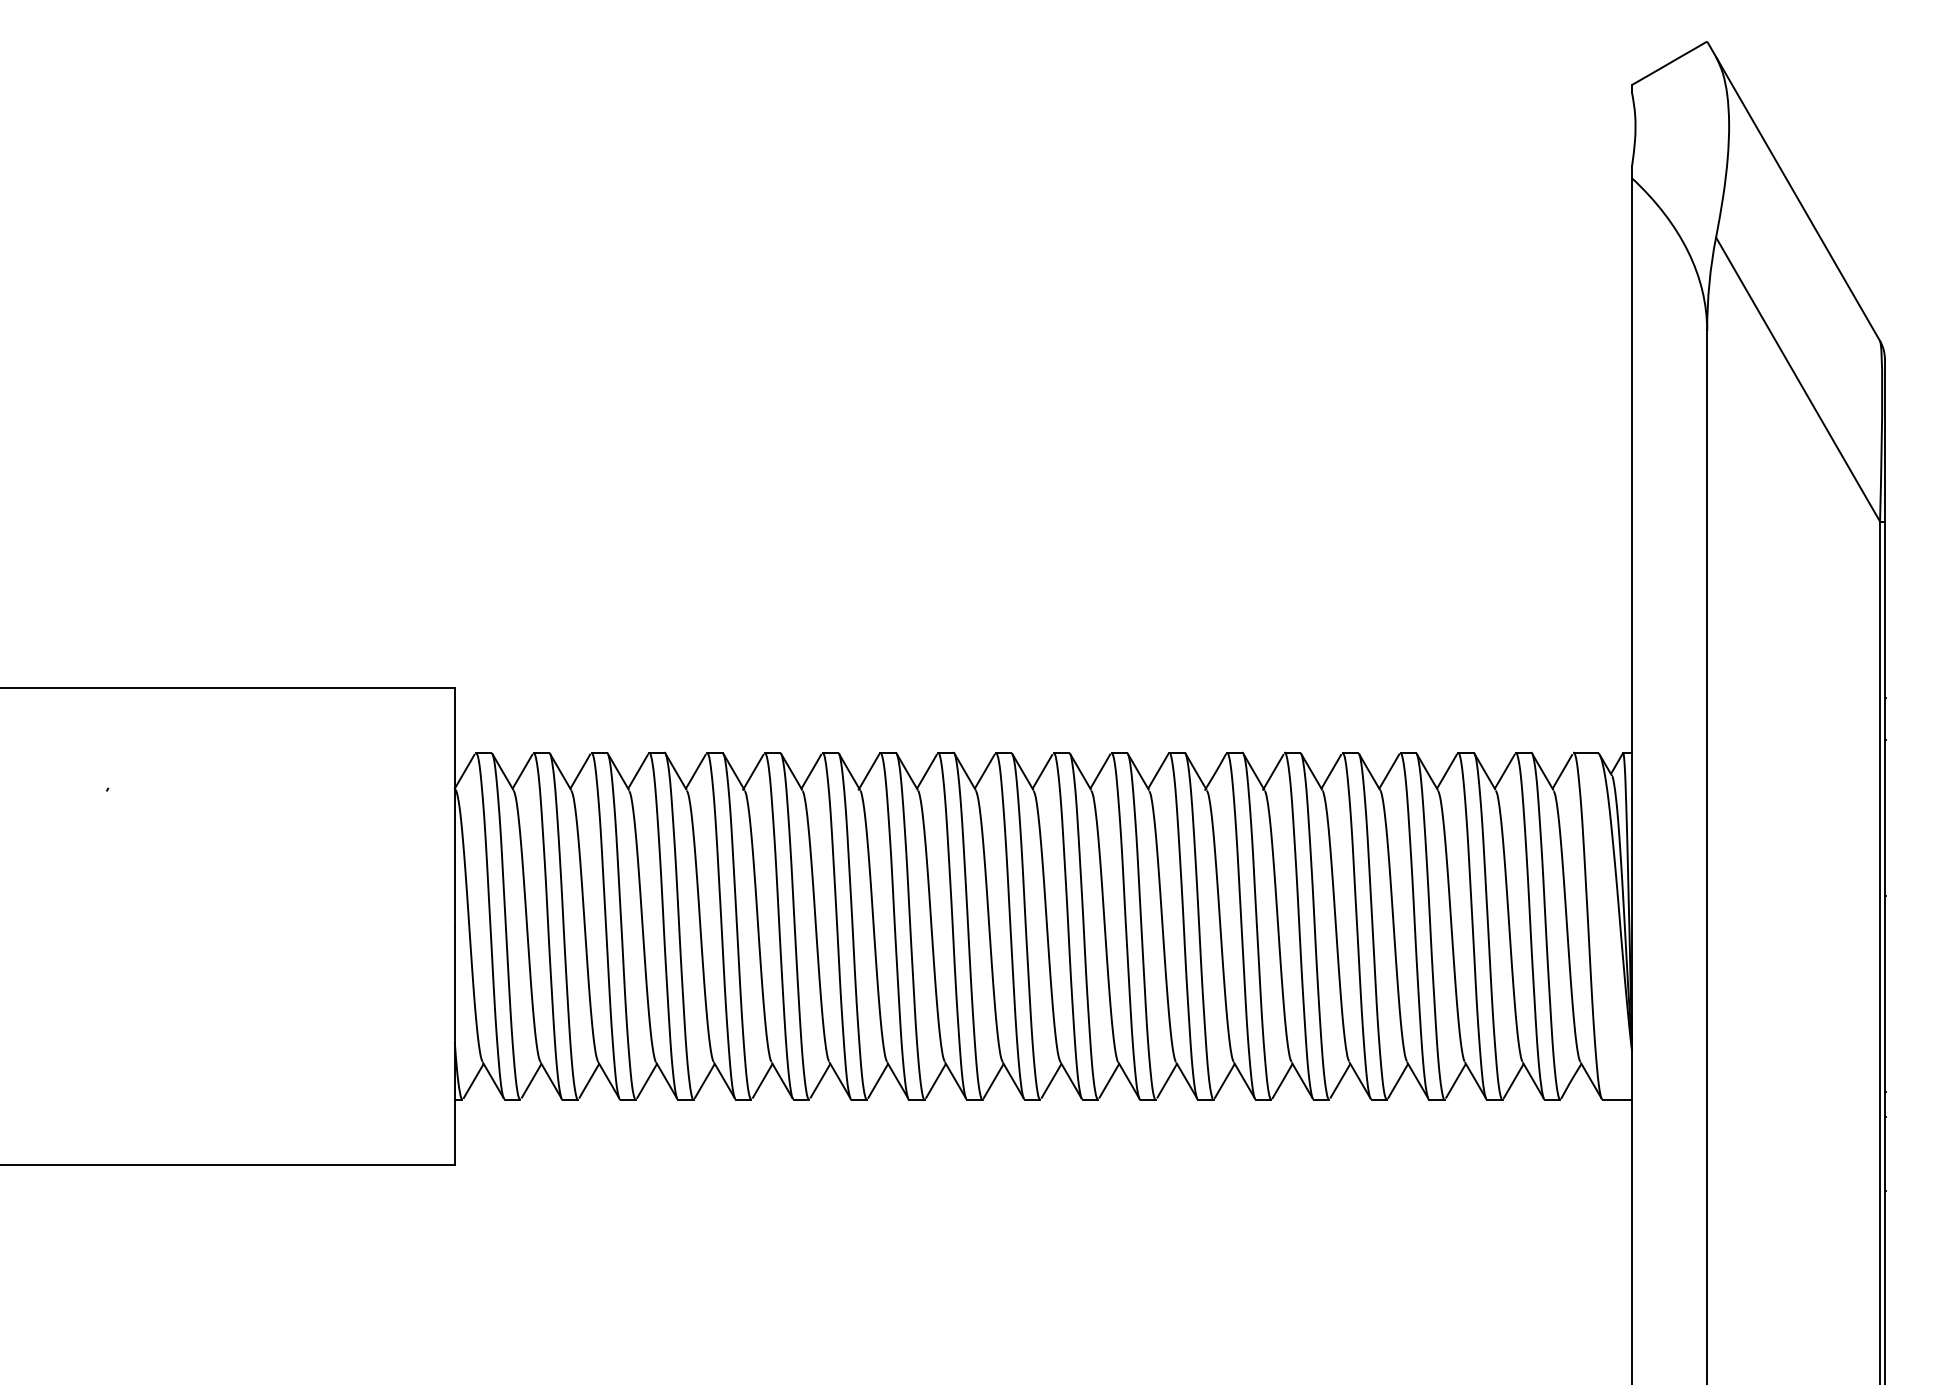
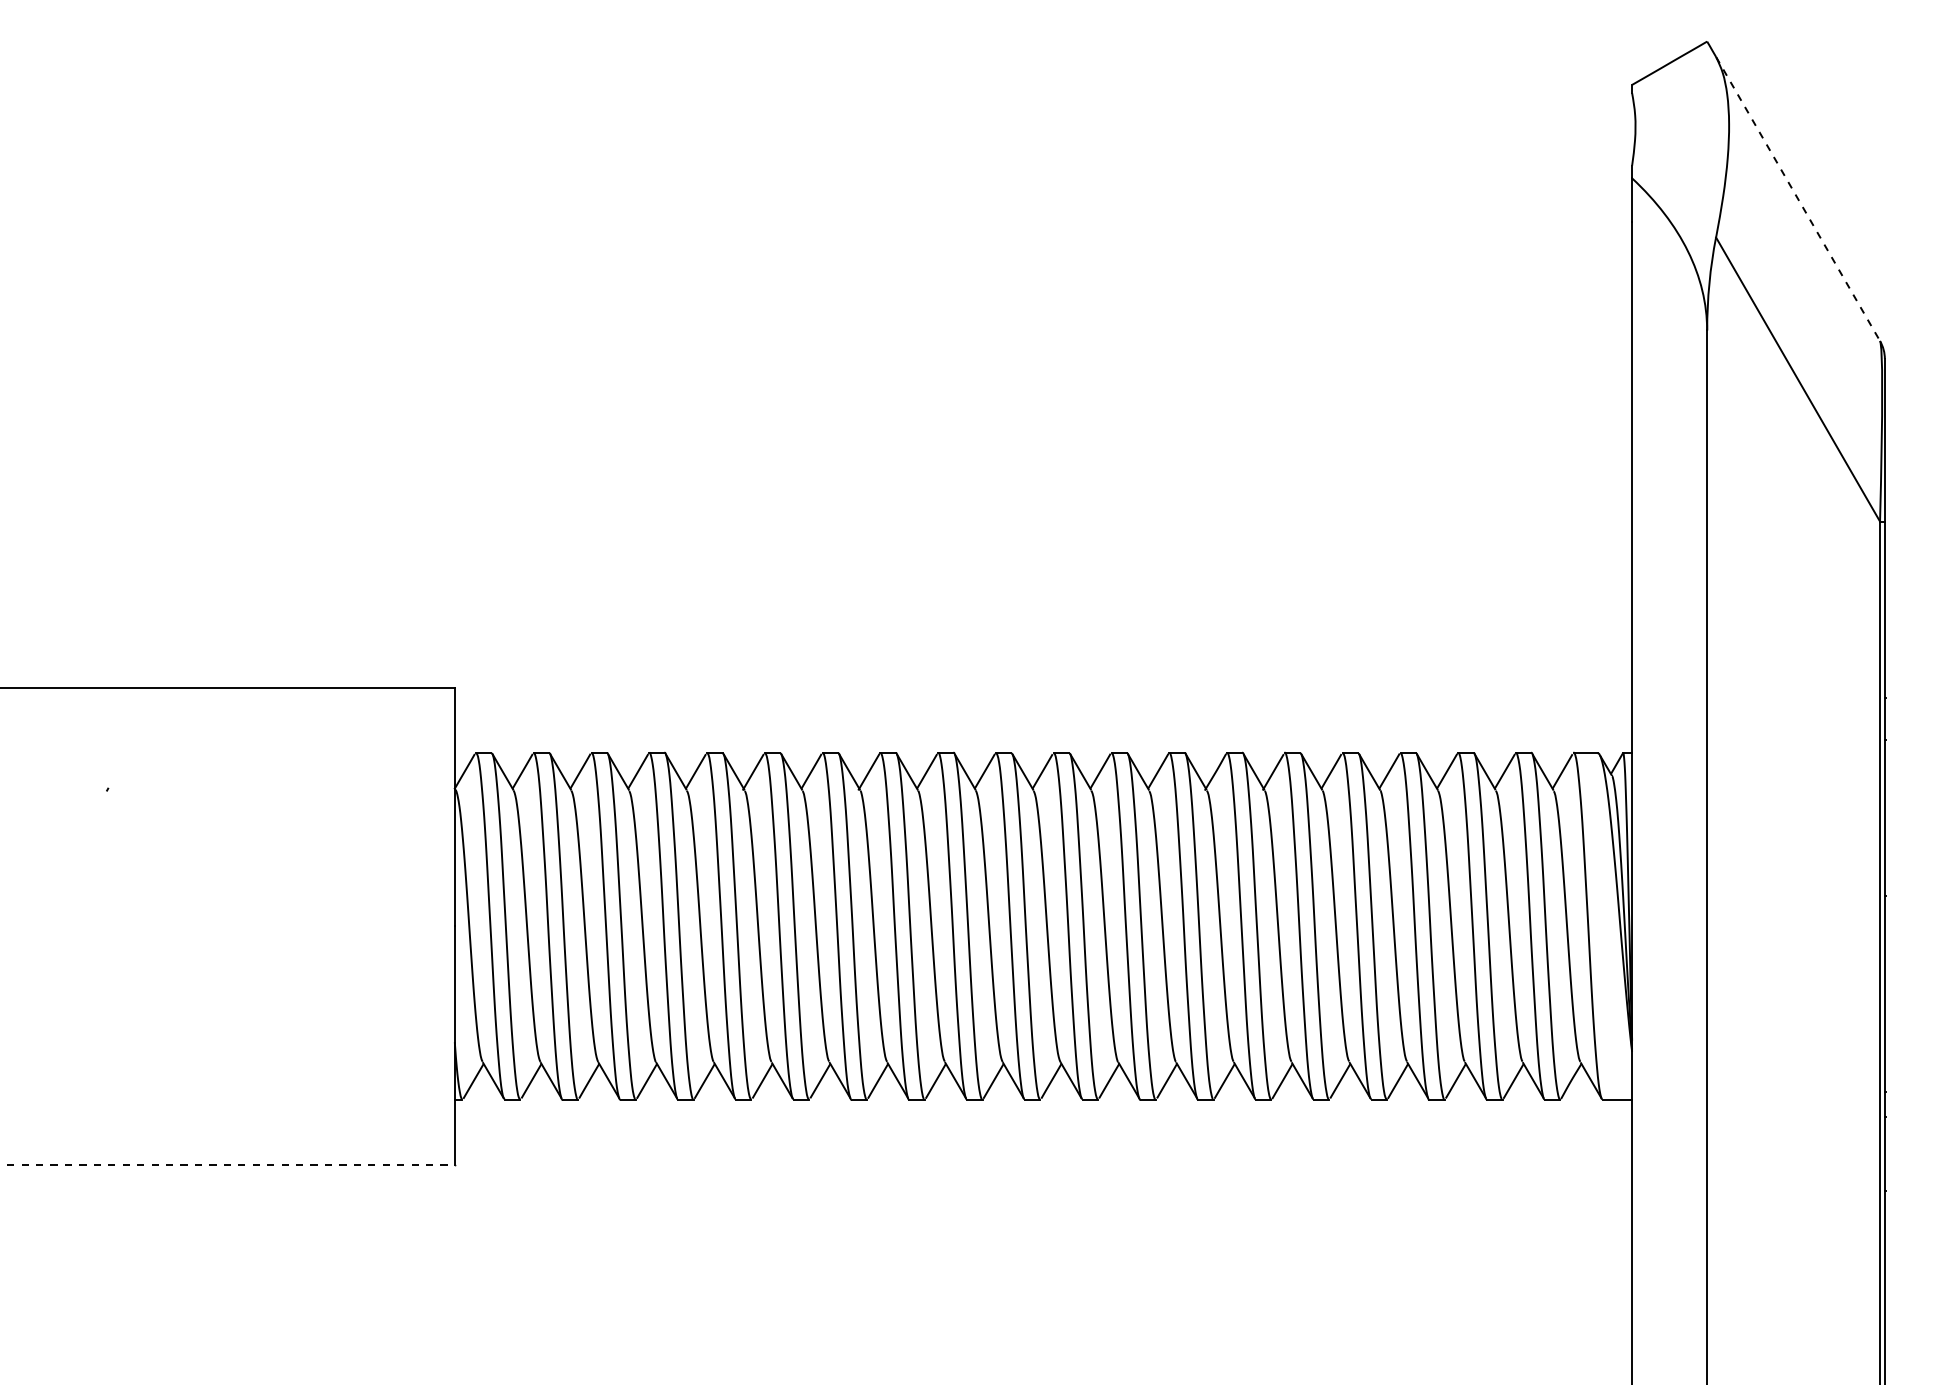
line at (1798, 199): solid -> dashed
line at (227, 1164): solid -> dashed
